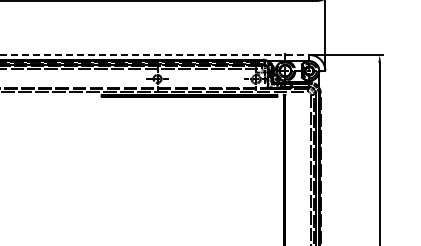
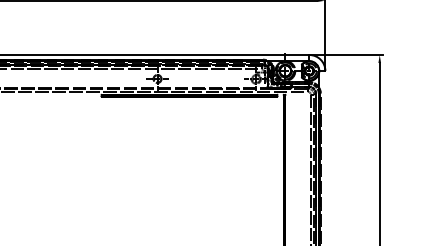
line at (155, 55): dashed -> solid
